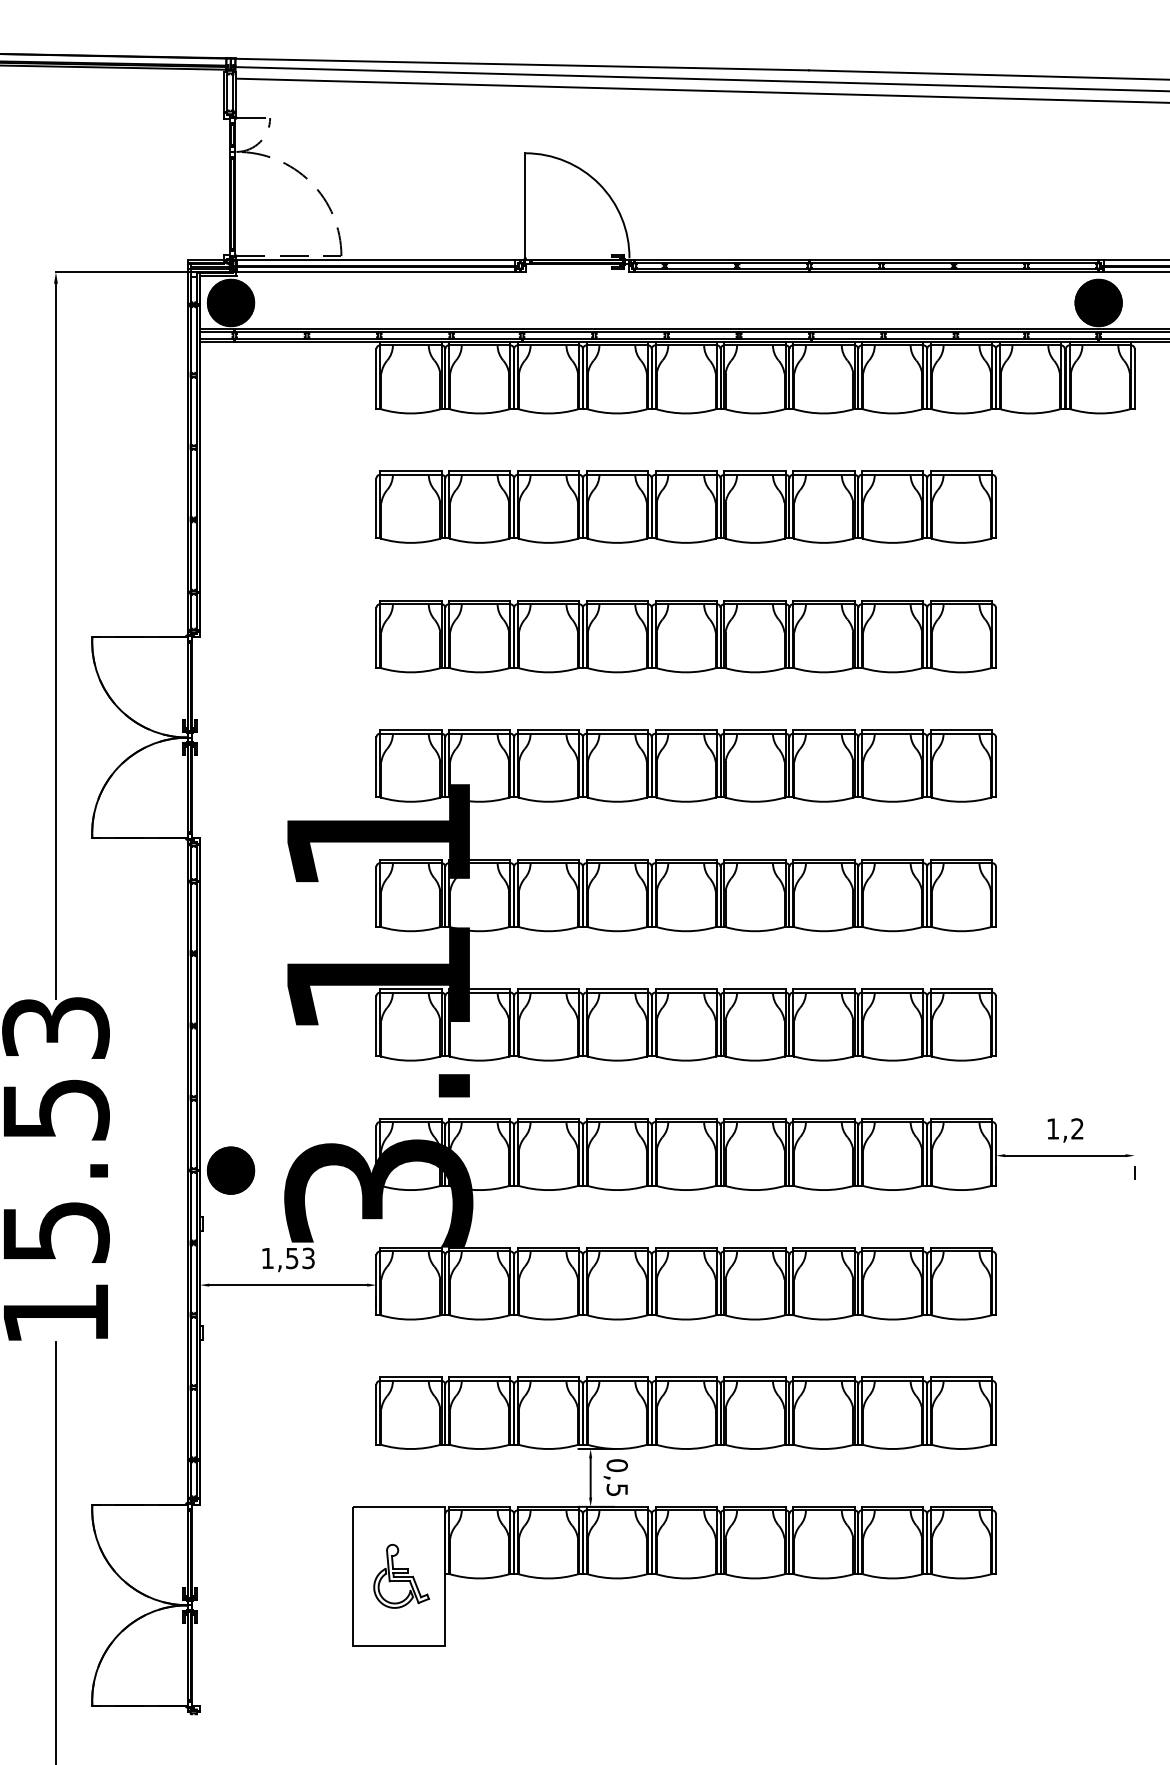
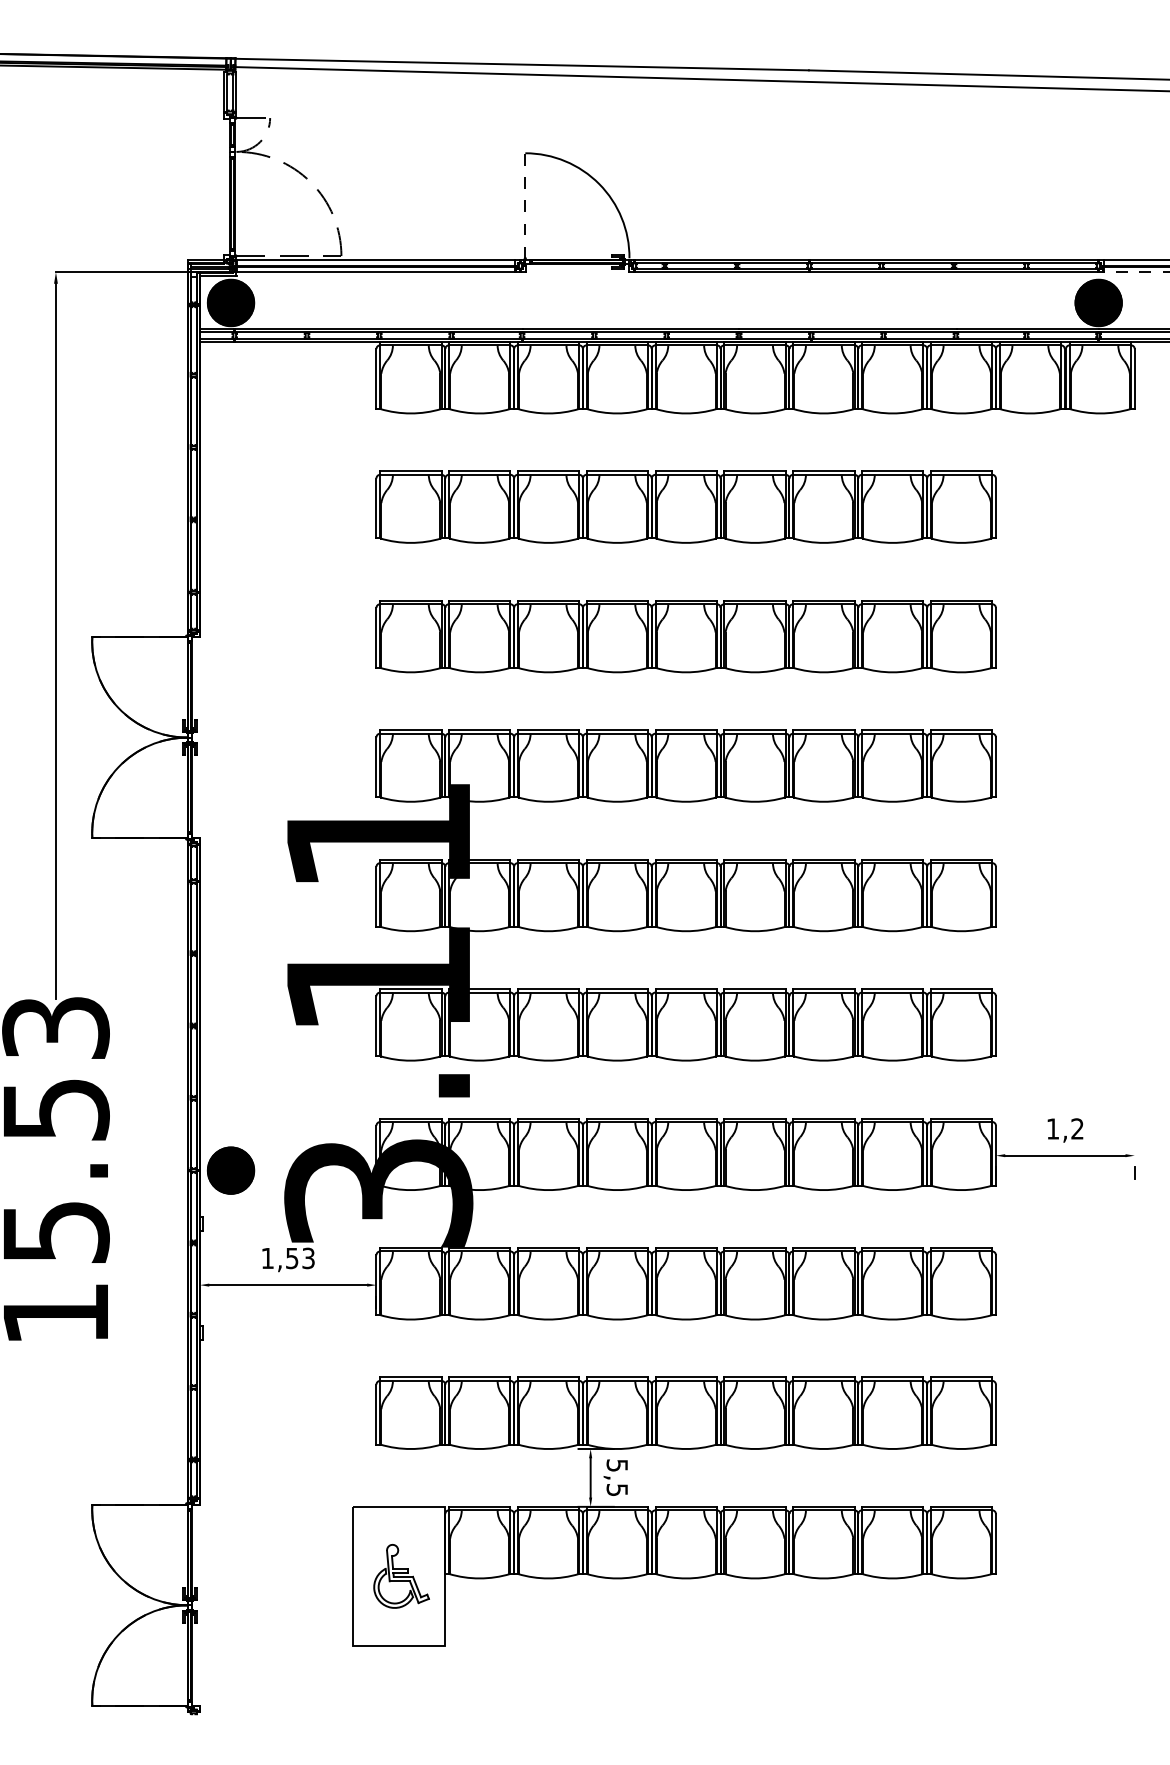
line at (701, 90): present -> none
line at (525, 205): solid -> dashed
line at (1136, 272): solid -> dashed
text at (617, 1465): 0,5 -> 5,5
line at (55, 1551): present -> none
